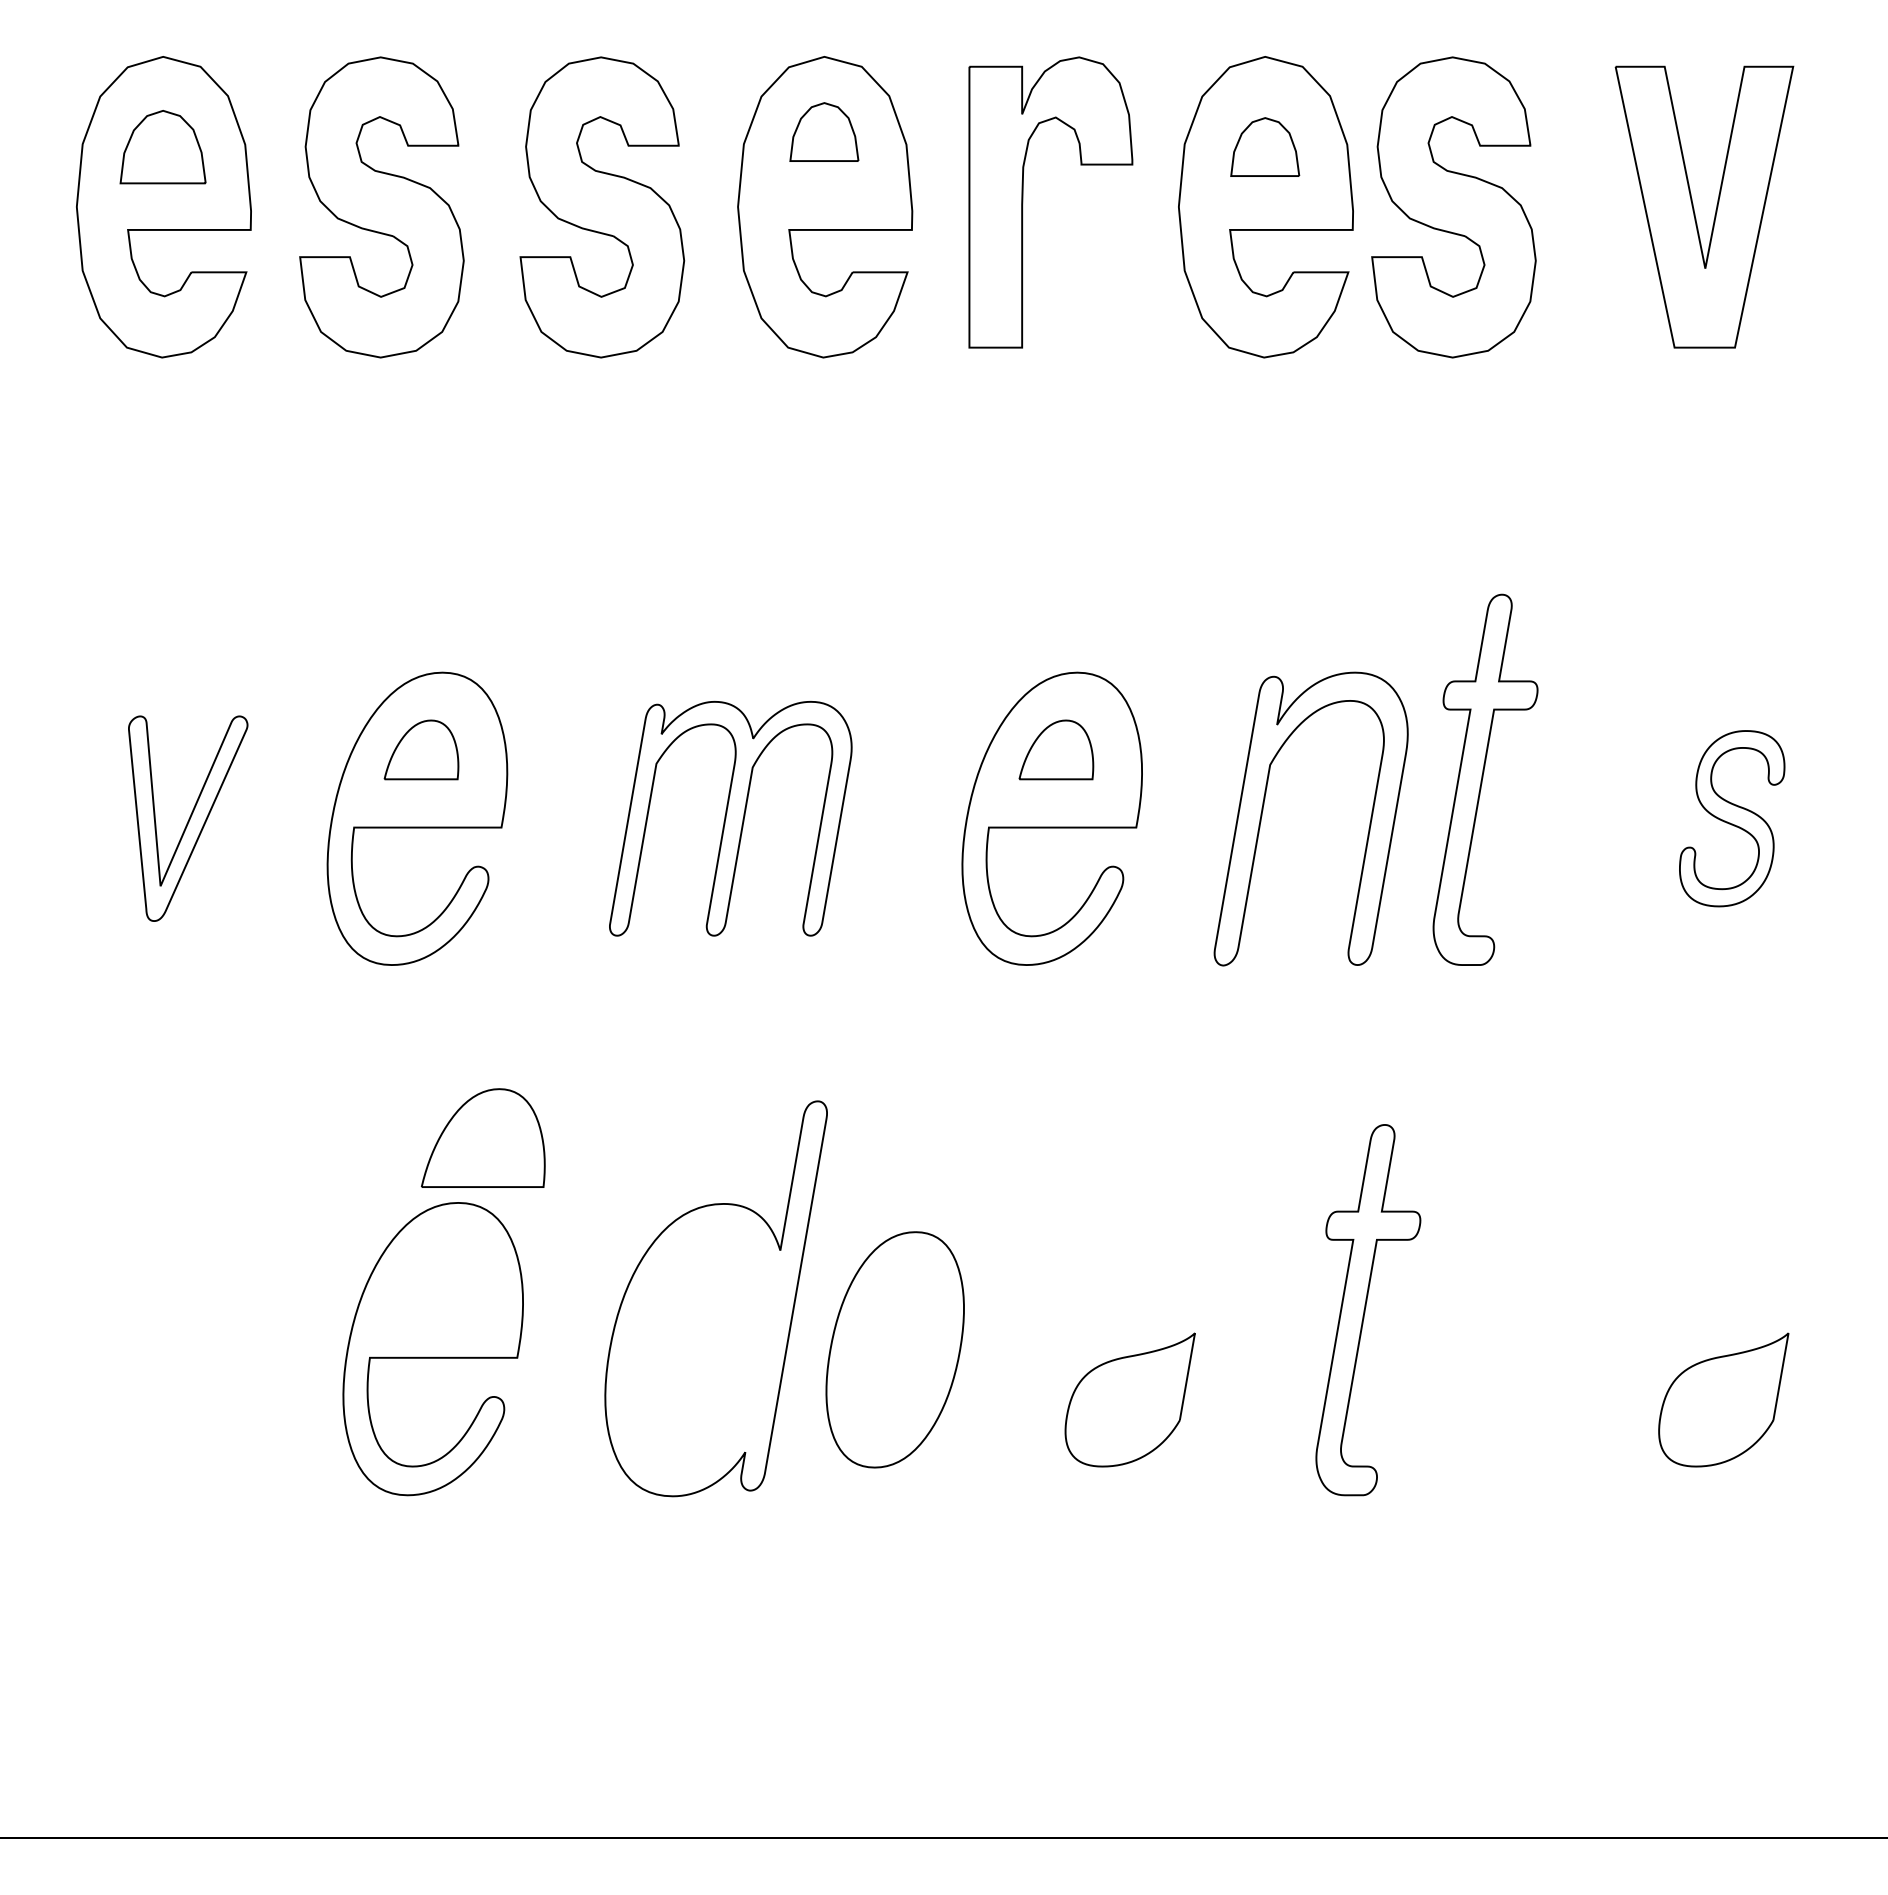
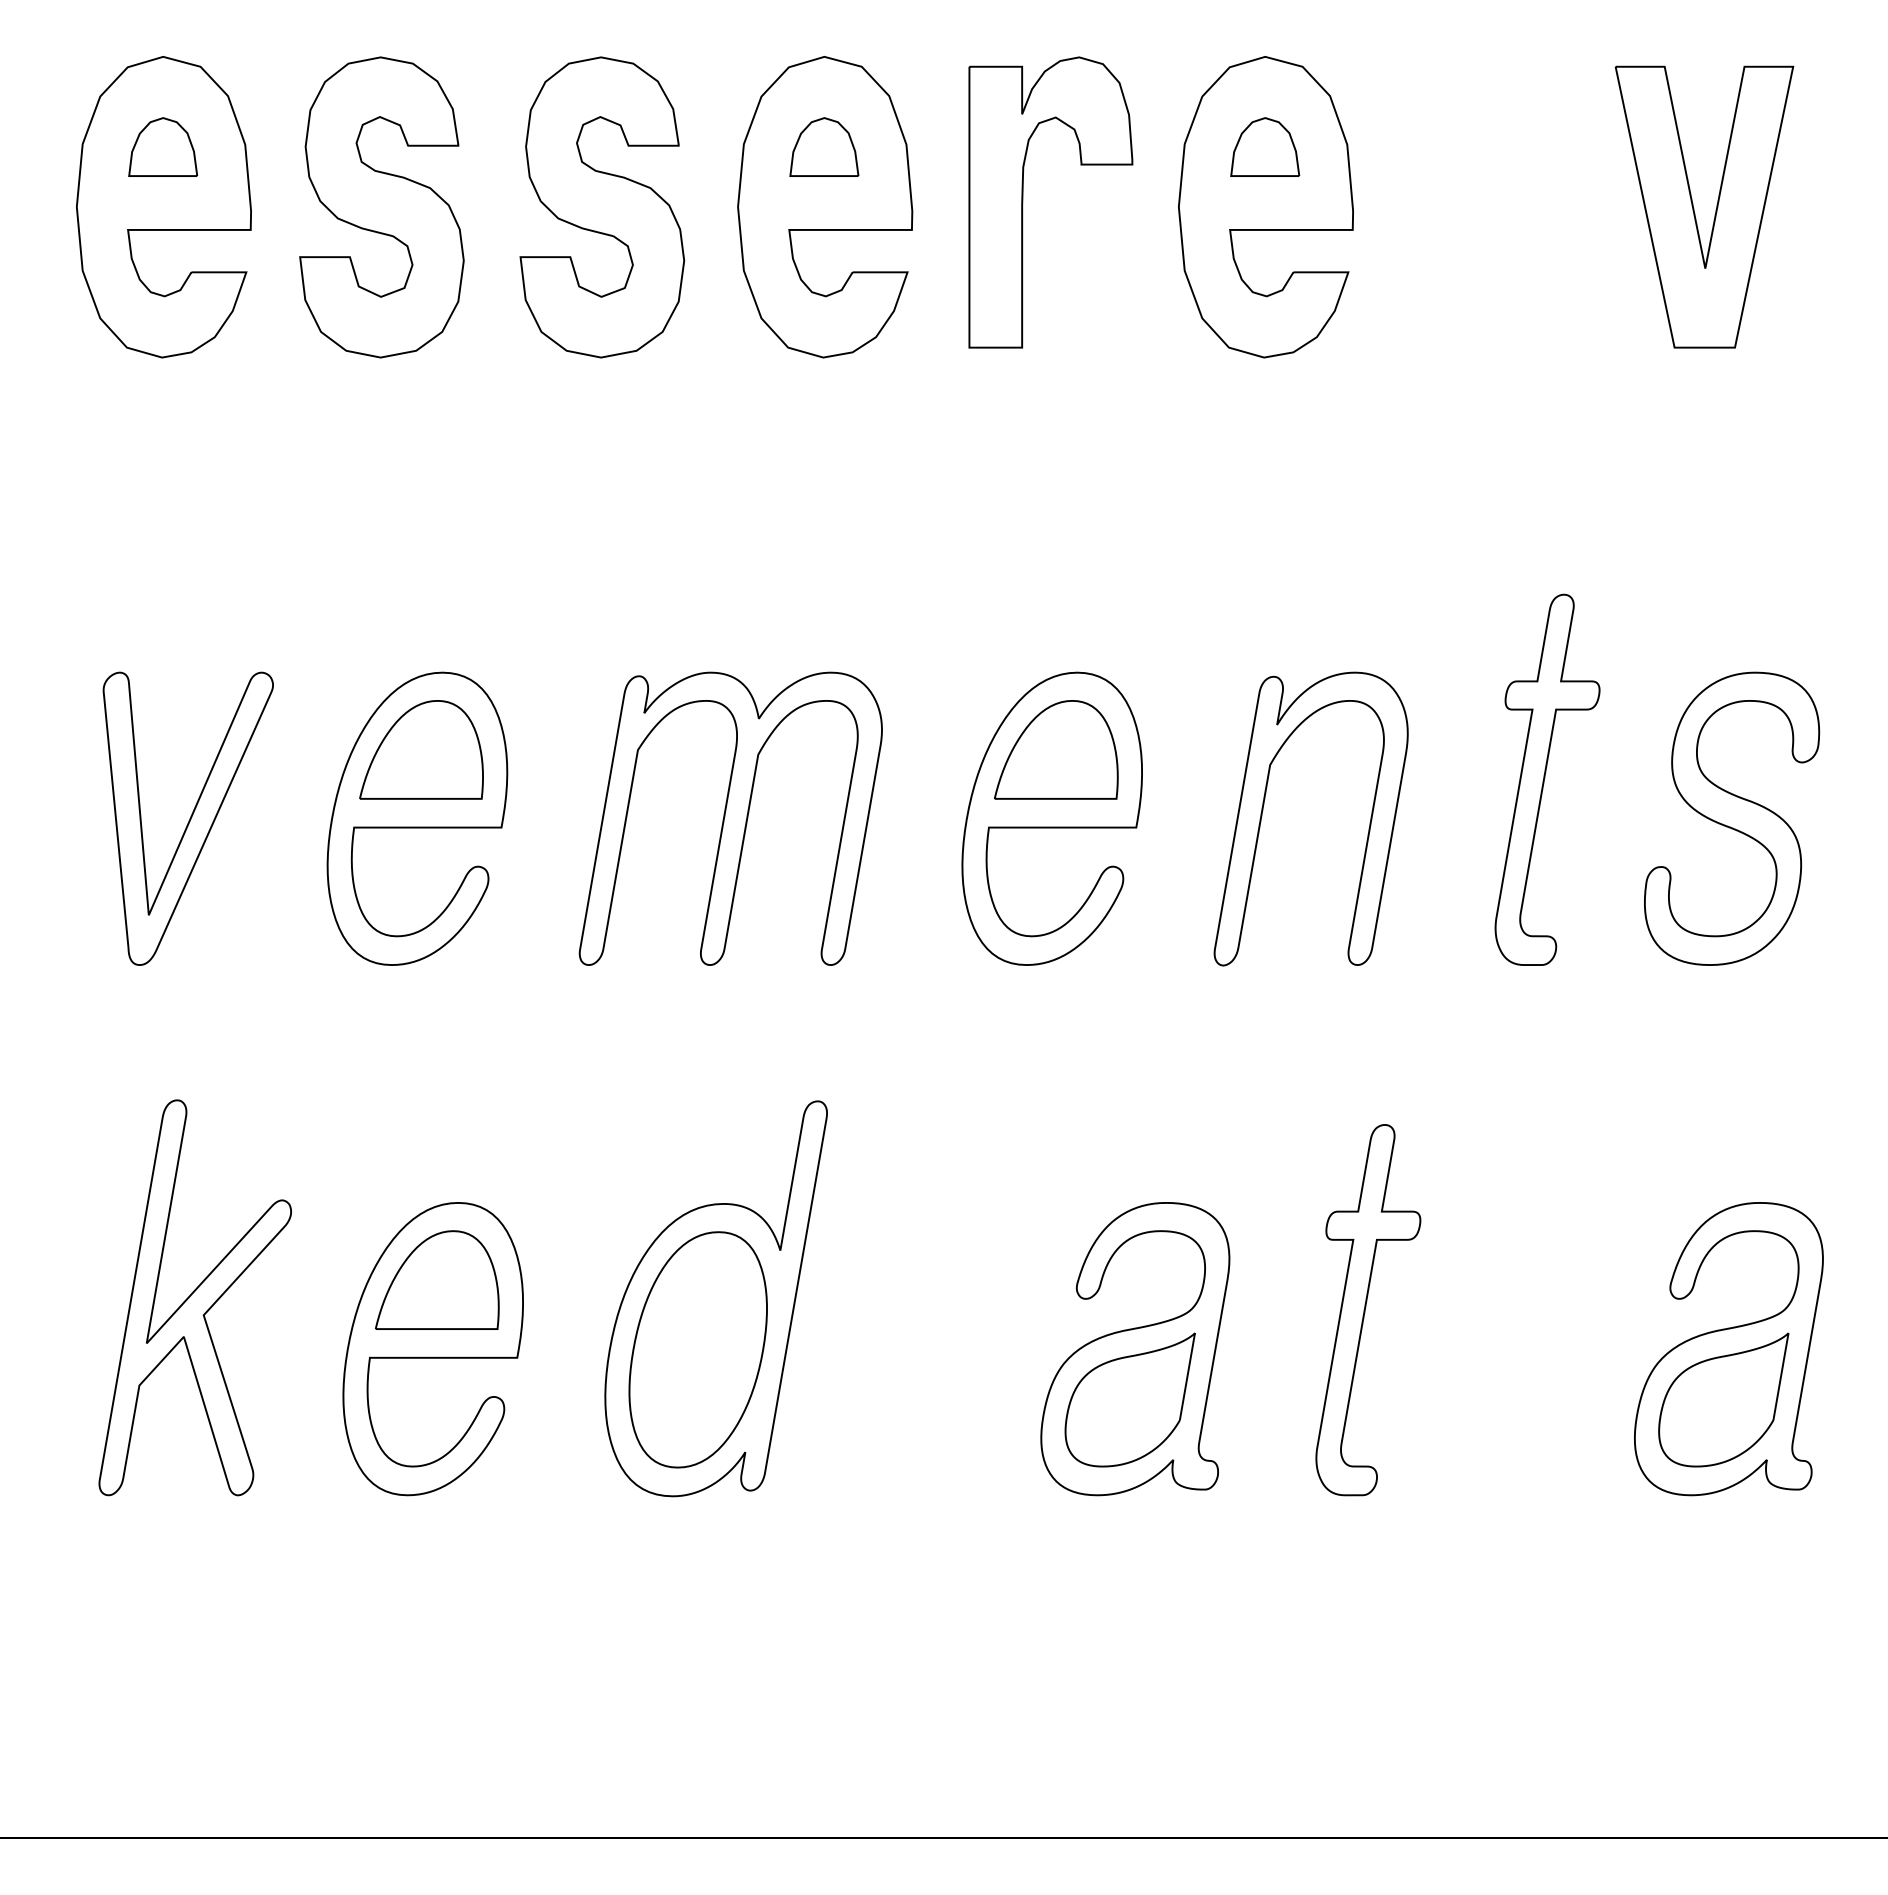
part at (824, 131) position: (824, 131) -> (824, 146)
part at (162, 147) size: 88x75 px -> 71x60 px
part at (1453, 207): present -> none
part at (421, 749) size: 77x62 px -> 125x100 px
part at (1056, 749) size: 77x62 px -> 125x100 px
part at (1485, 779) position: (1485, 779) -> (1547, 779)
part at (188, 818) size: 121x207 px -> 172x295 px
part at (730, 818) size: 244x236 px -> 305x295 px
part at (1732, 818) size: 107x178 px -> 177x295 px
part at (482, 1137) position: (482, 1137) -> (436, 1279)
part at (194, 1297): none -> present
part at (894, 1349) position: (894, 1349) -> (697, 1349)
part at (1135, 1349): none -> present
part at (1728, 1349): none -> present
